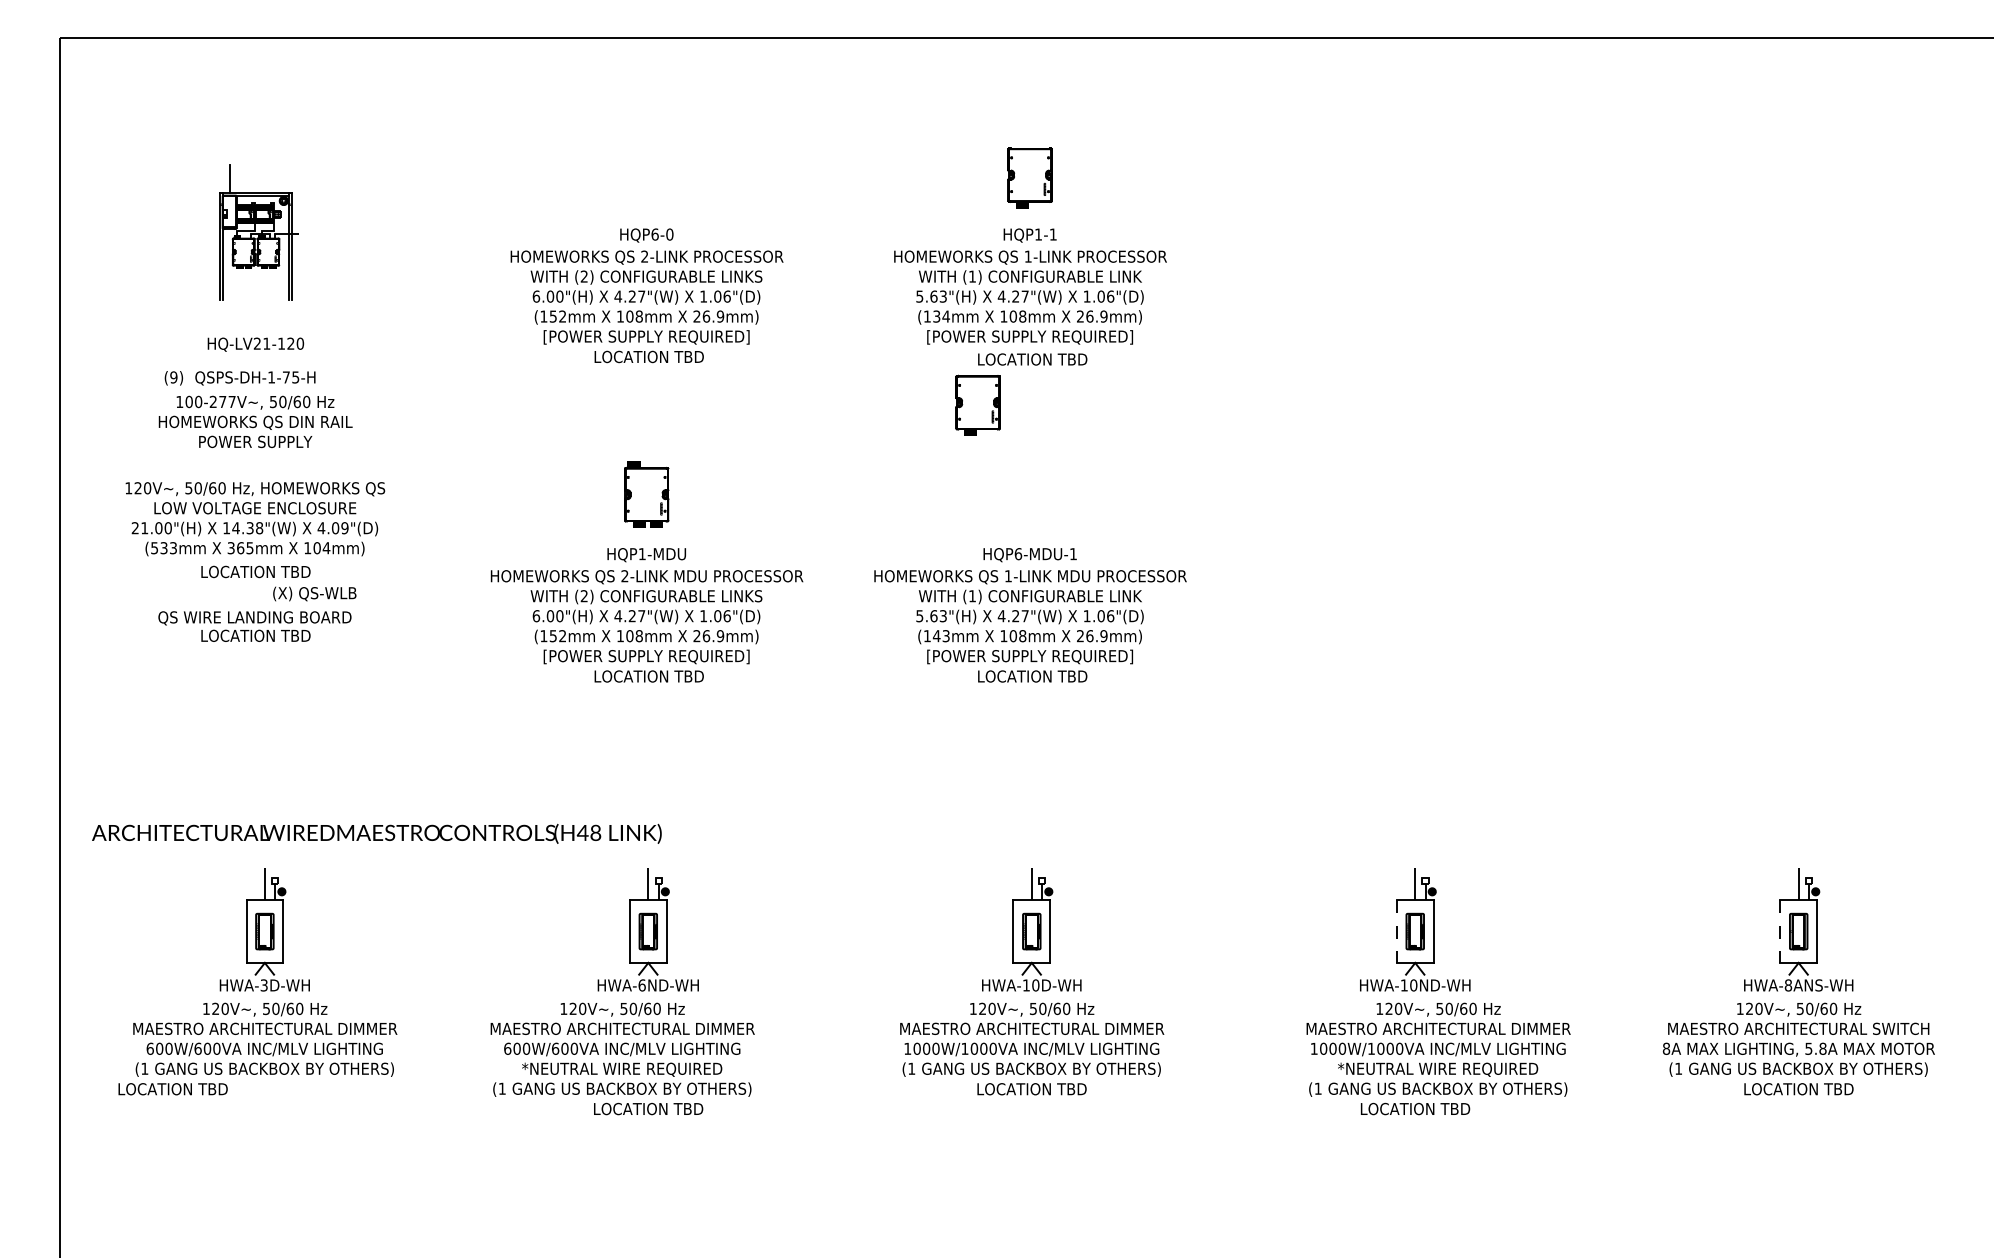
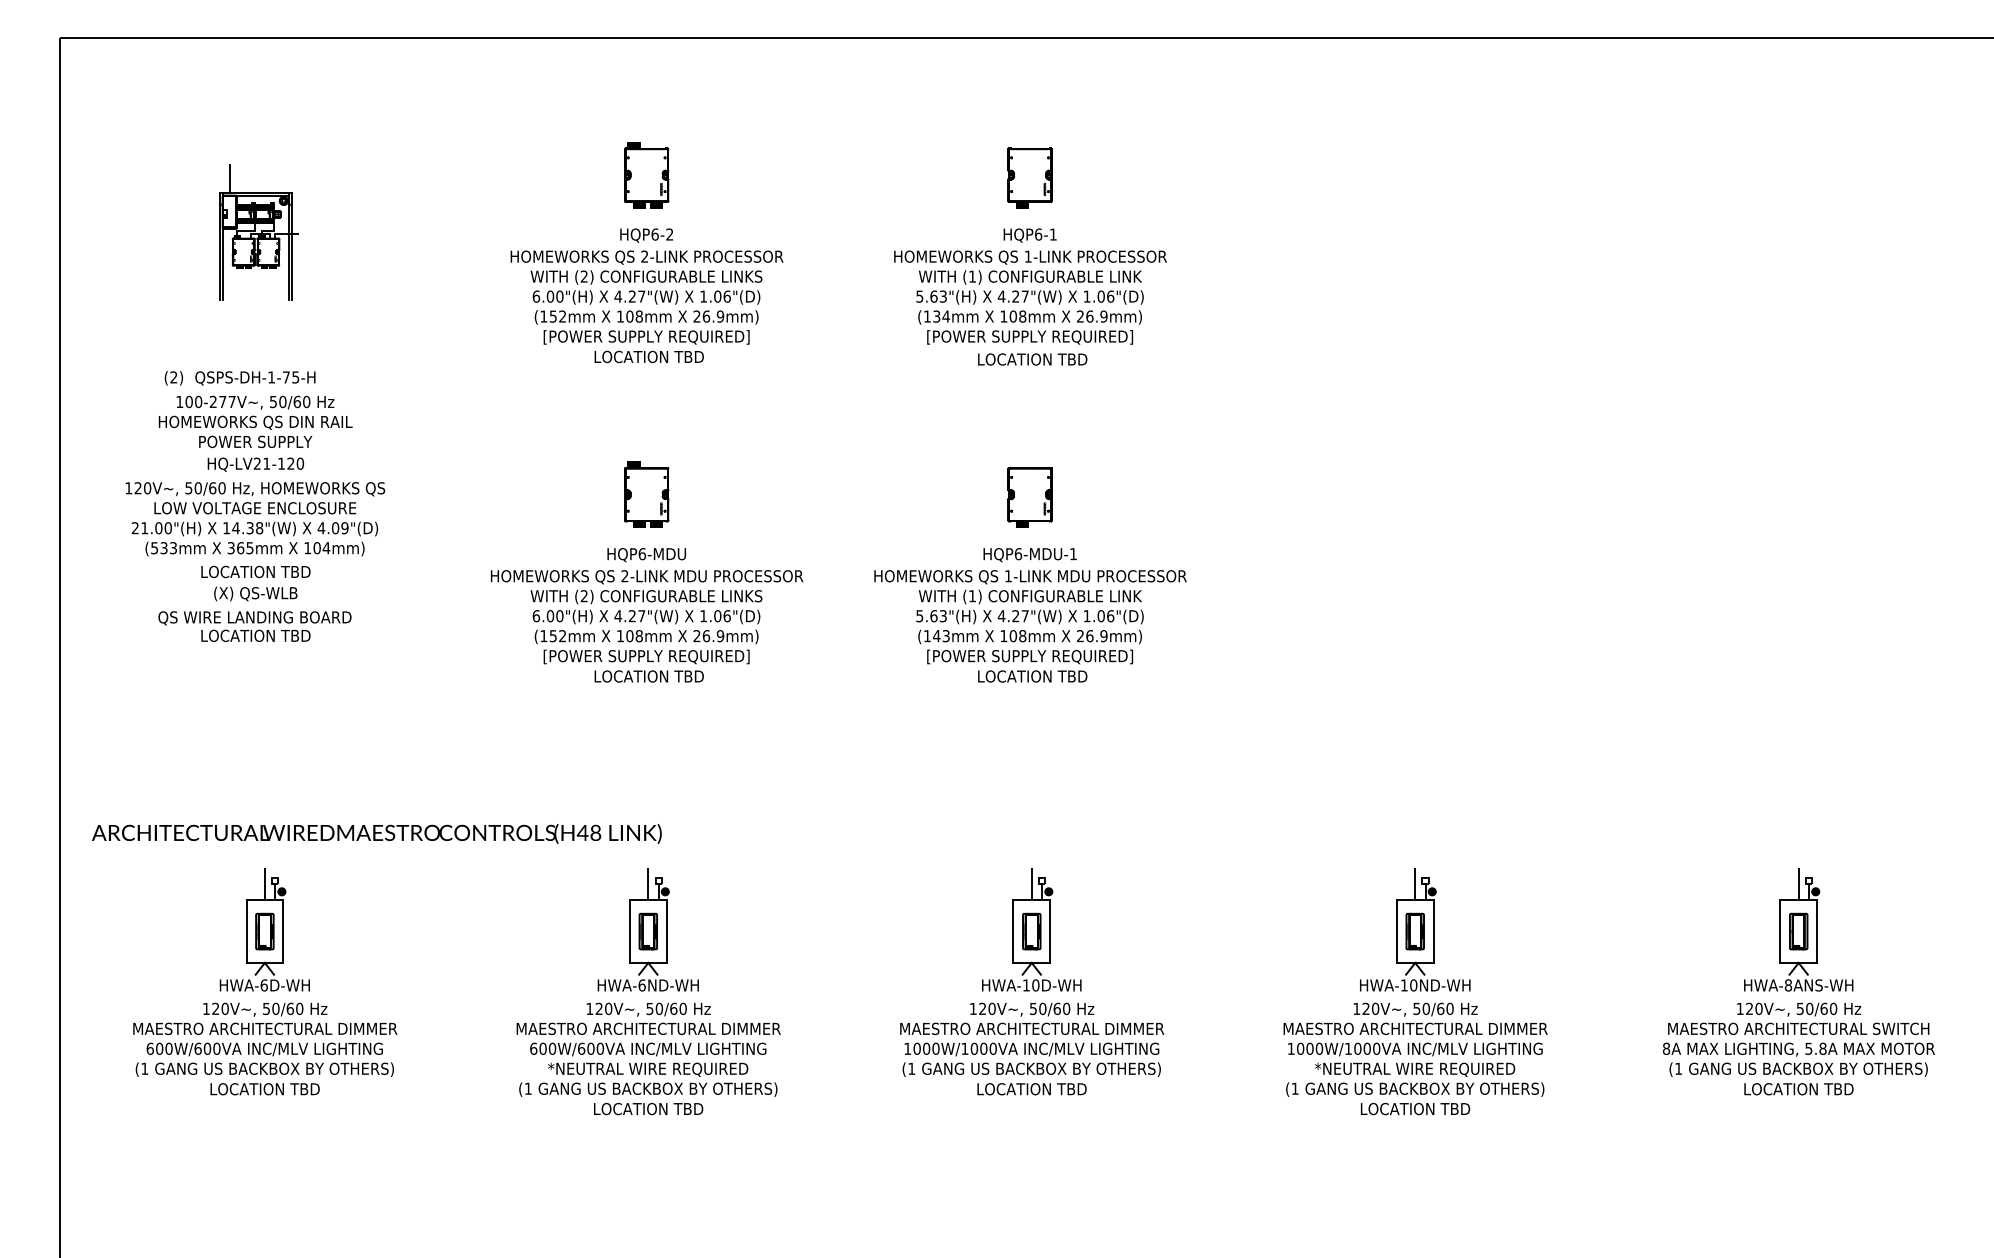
part at (646, 175): none -> present
text at (669, 234): HQP6-0 -> HQP6-2
text at (1038, 234): HQP1-1 -> HQP6-1
text at (255, 344) position: (255, 344) -> (255, 464)
text at (173, 377): (9) -> (2)
part at (977, 404) position: (977, 404) -> (1029, 496)
text at (642, 554): HQP1-MDU -> HQP6-MDU
text at (314, 593) position: (314, 593) -> (255, 593)
line at (1396, 932): dashed -> solid
line at (1780, 932): dashed -> solid
text at (263, 985): HWA-3D-WH -> HWA-6D-WH
text at (622, 1049) position: (622, 1049) -> (648, 1049)
text at (1438, 1049) position: (1438, 1049) -> (1415, 1049)
text at (172, 1089) position: (172, 1089) -> (264, 1089)
